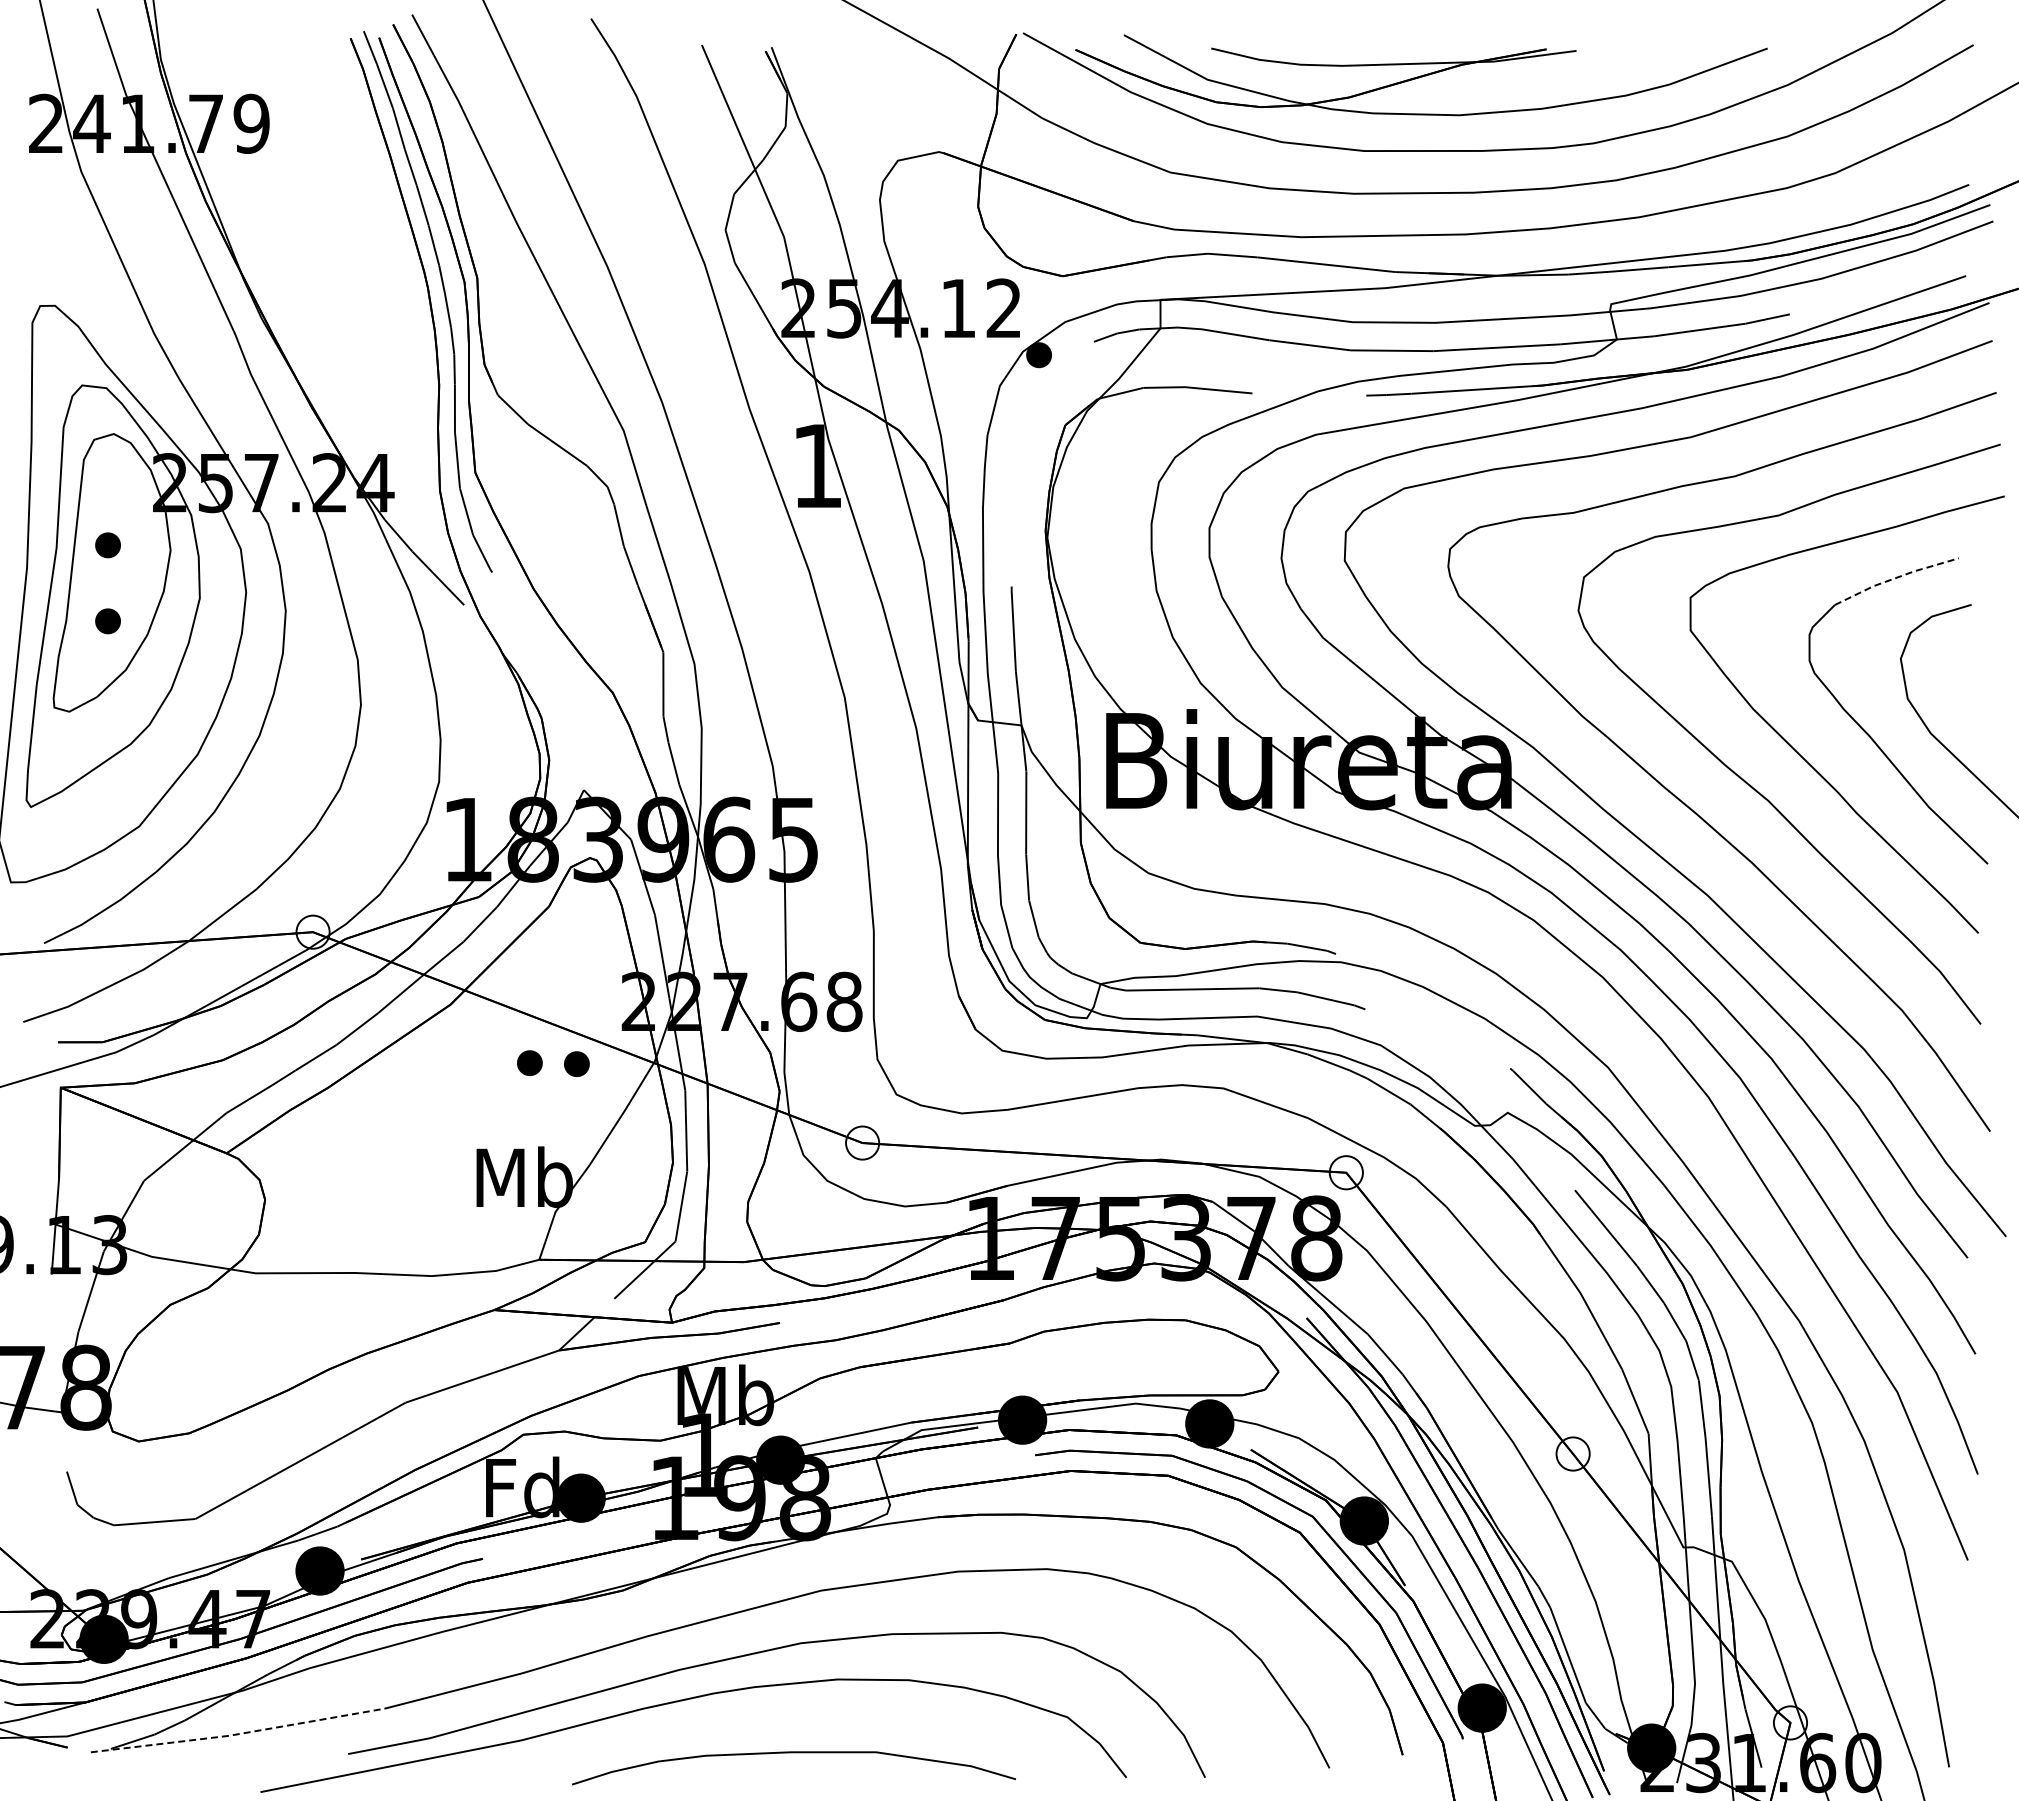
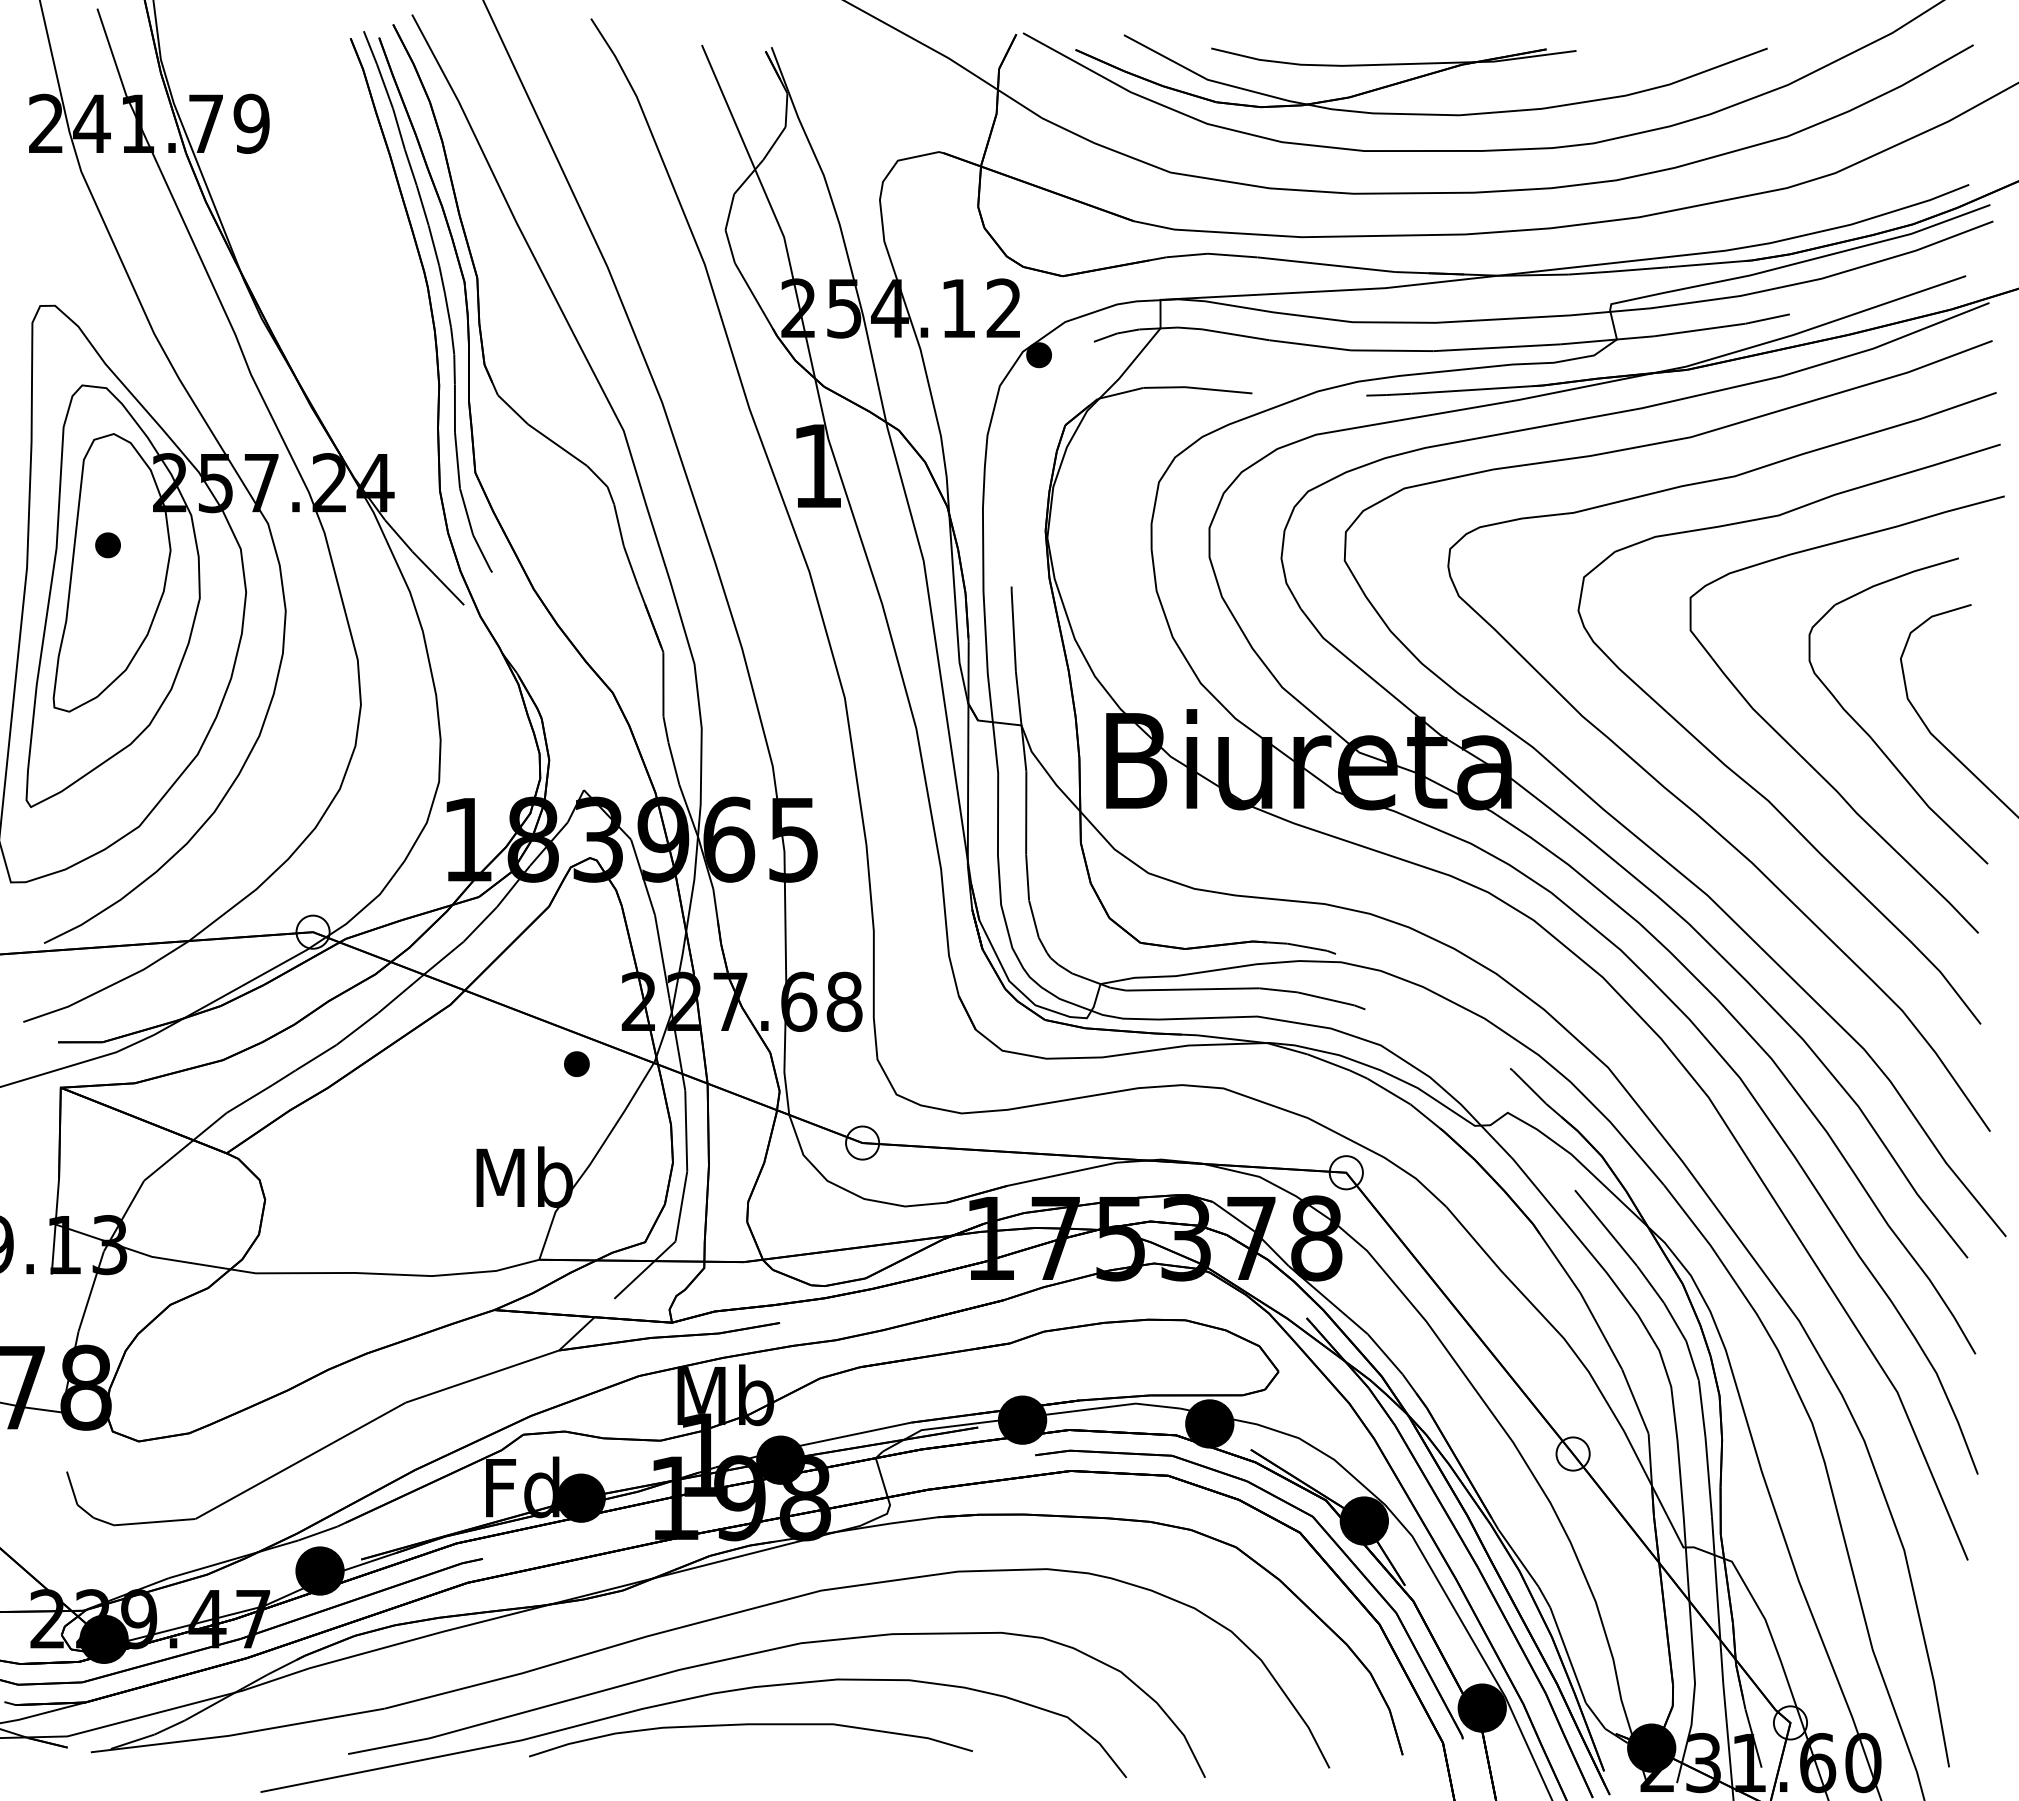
line at (1895, 578): dashed -> solid
part at (107, 621): present -> none
part at (529, 1062): present -> none
line at (237, 1734): dashed -> solid
curve at (793, 1753) position: (793, 1753) -> (750, 1725)
